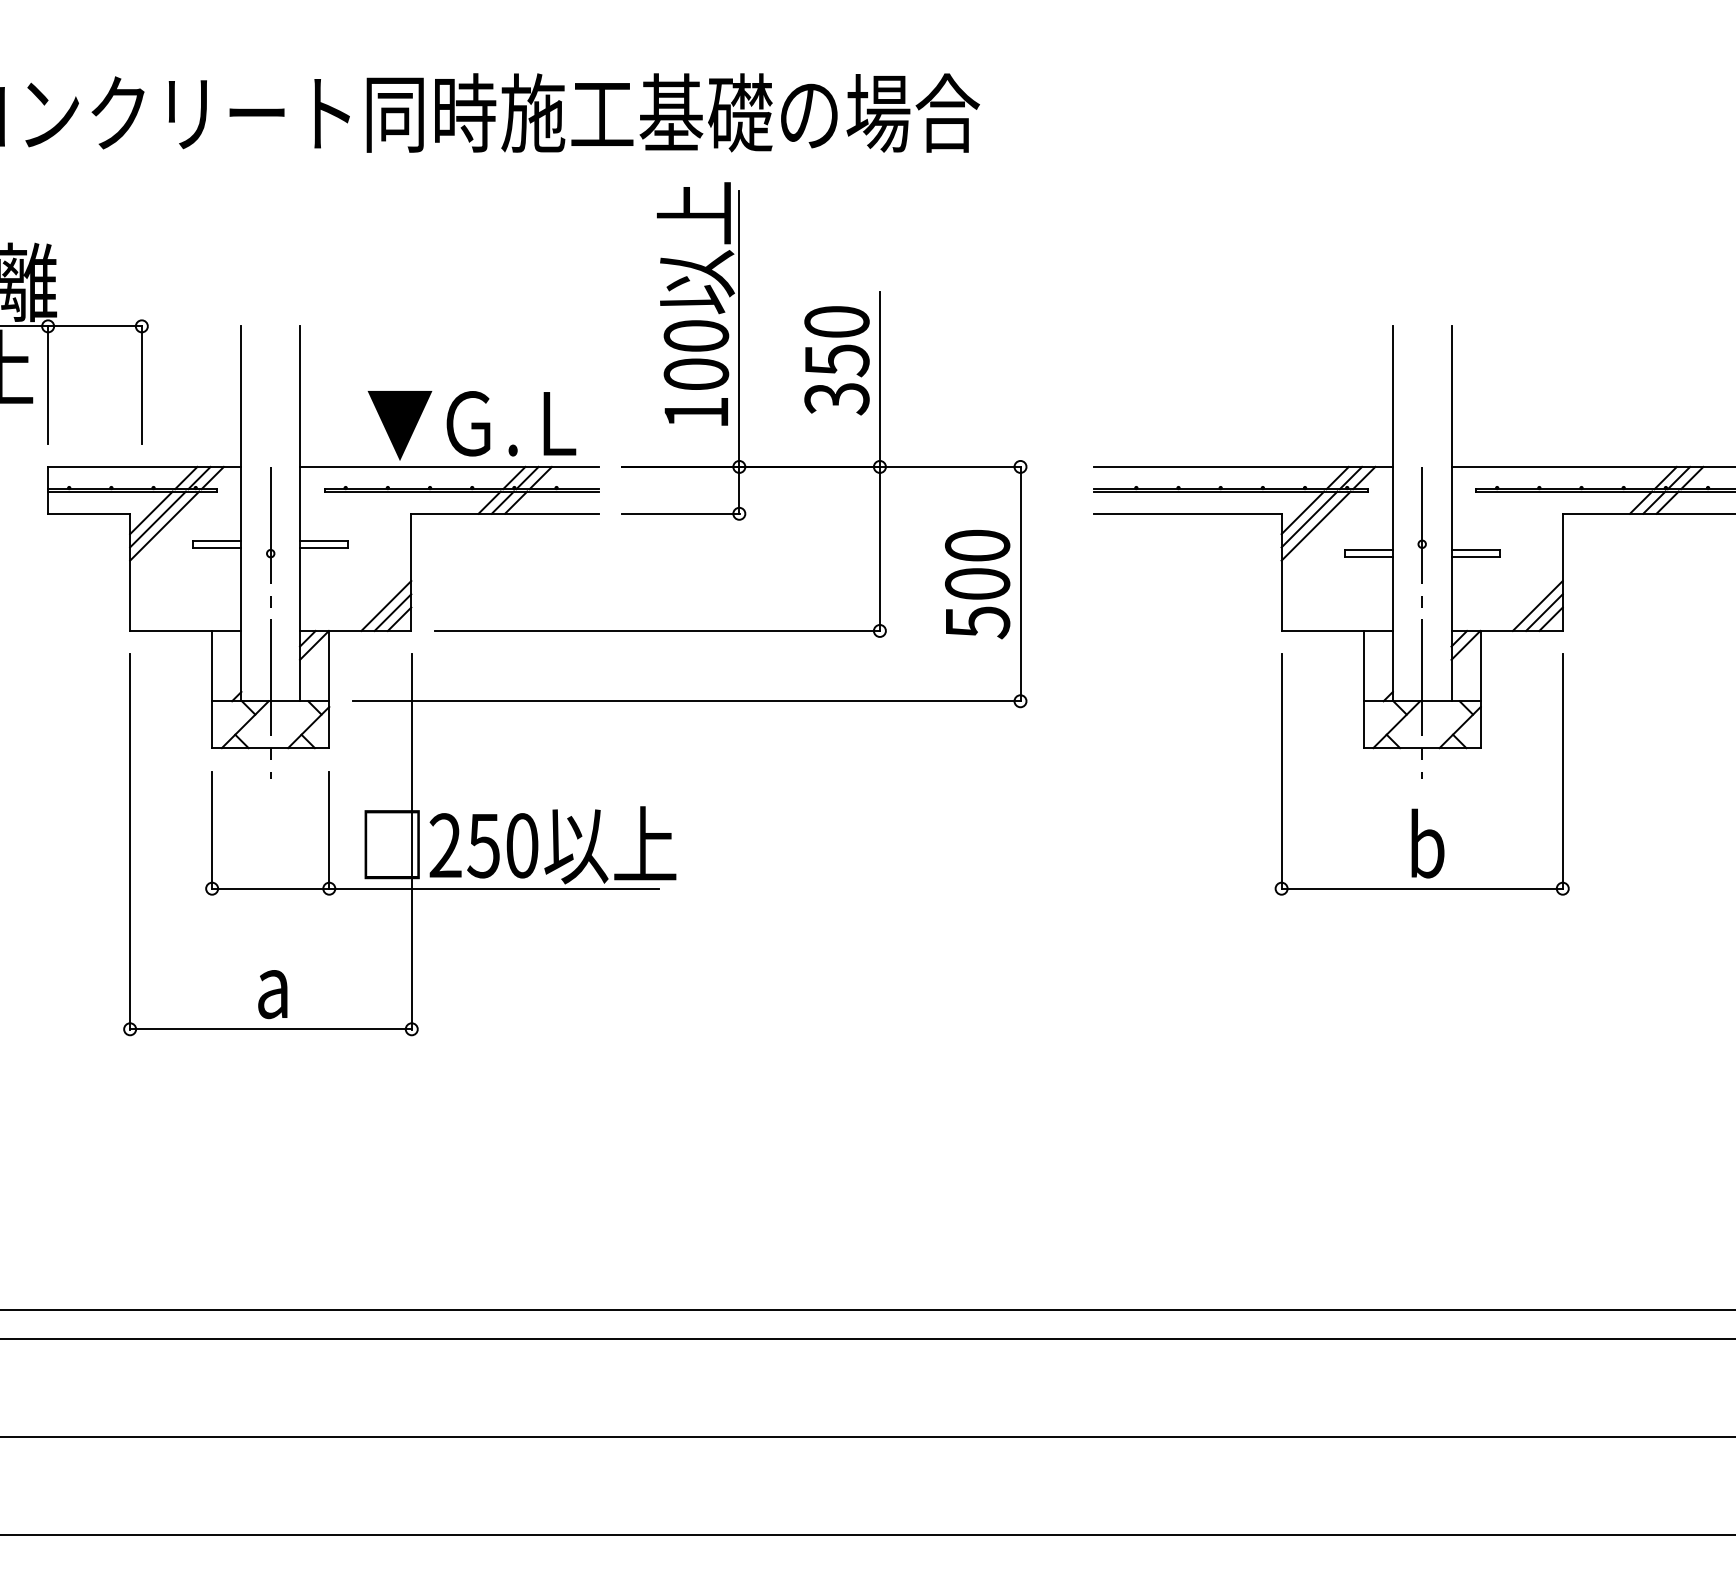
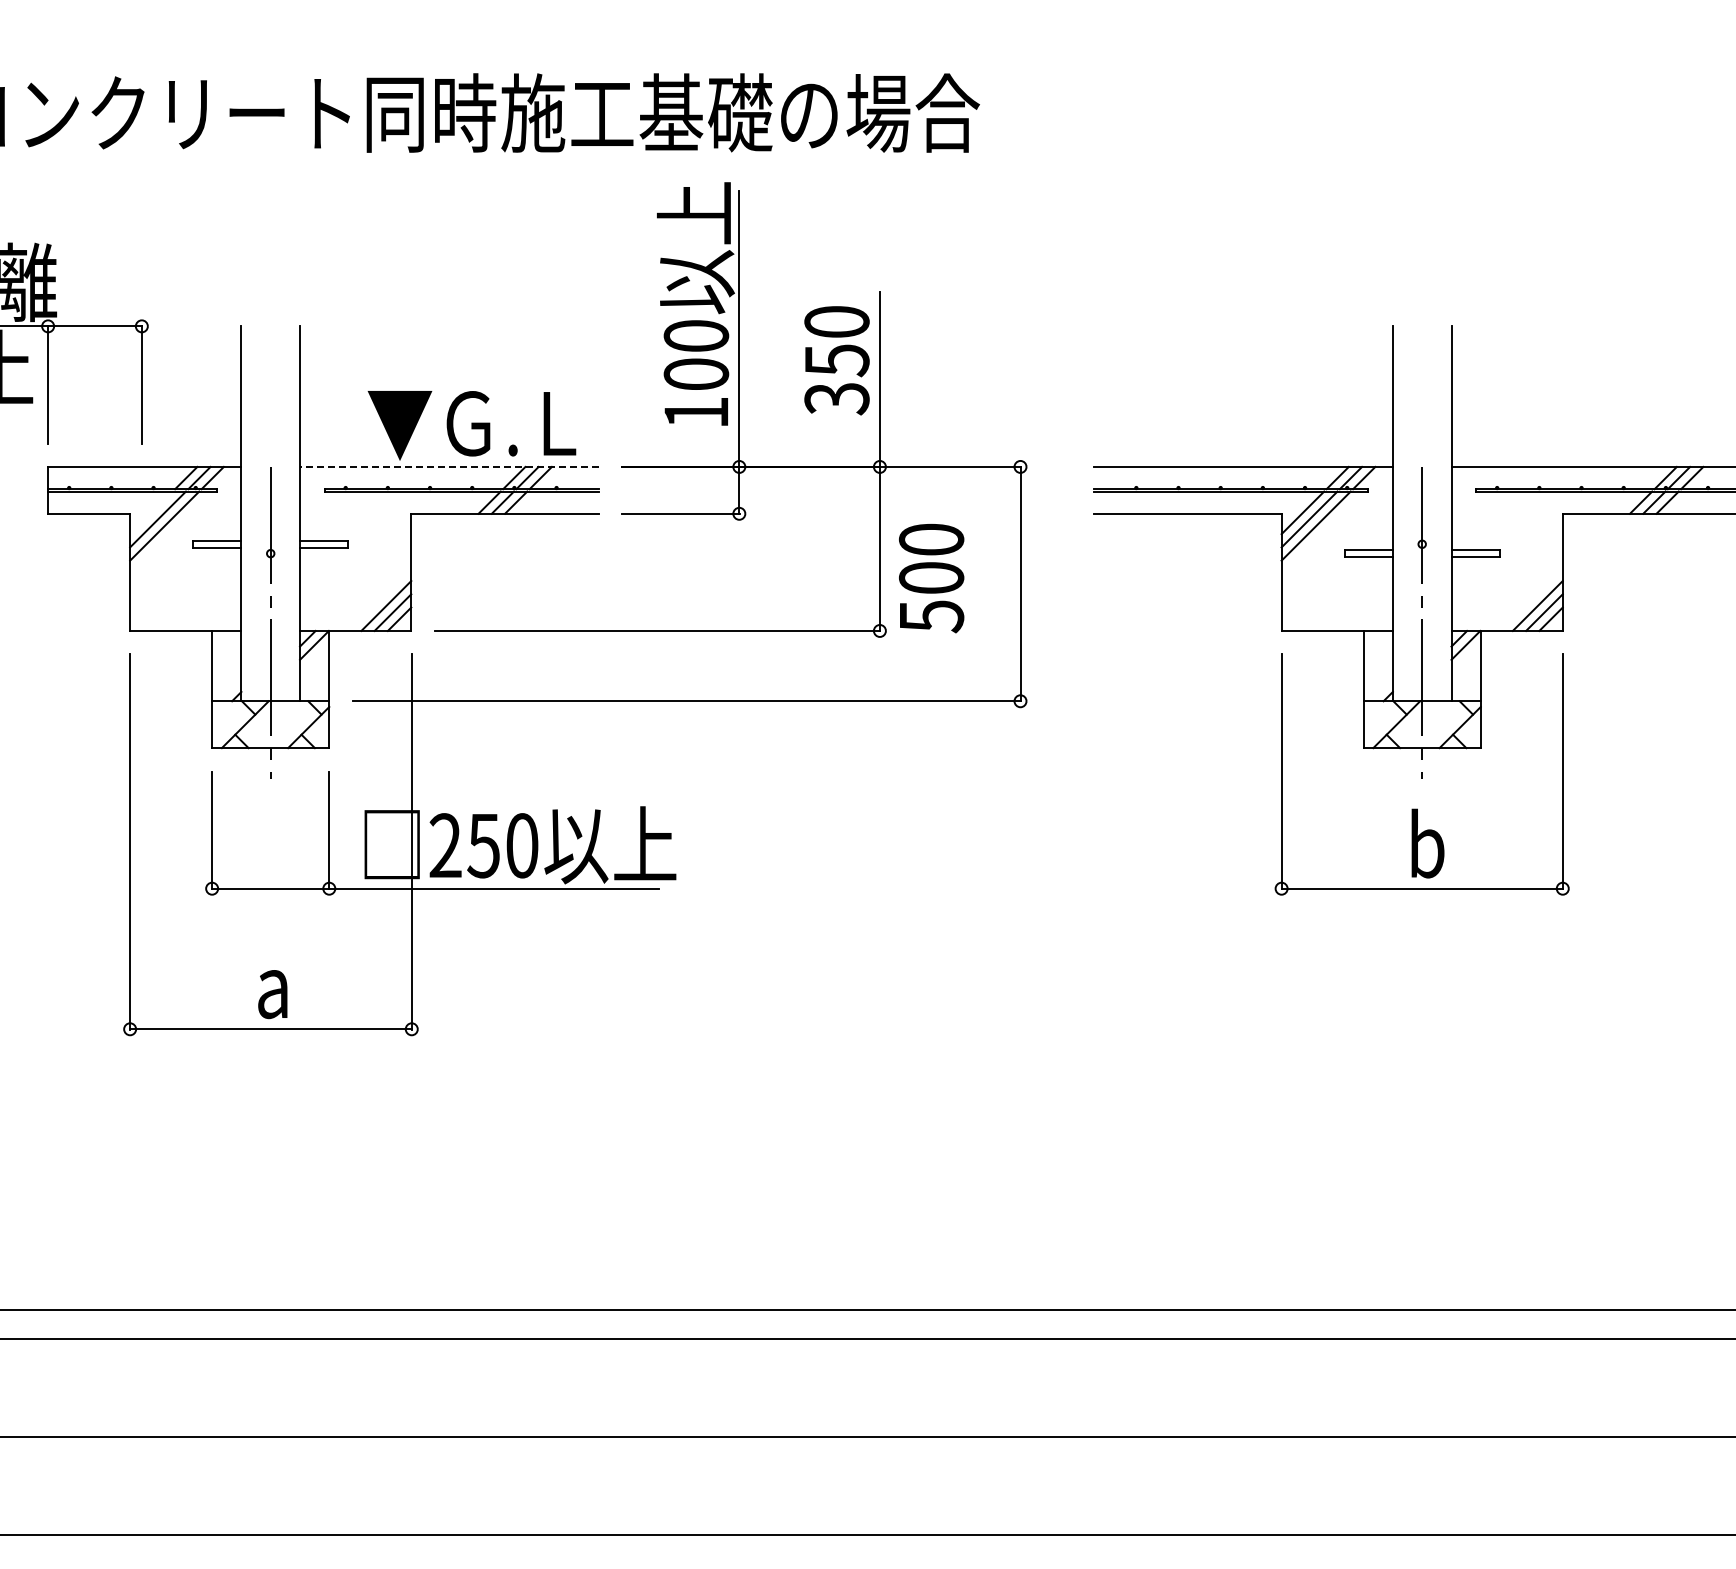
line at (448, 466): solid -> dashed
line at (151, 512): present -> none
text at (977, 584) position: (977, 584) -> (931, 578)
